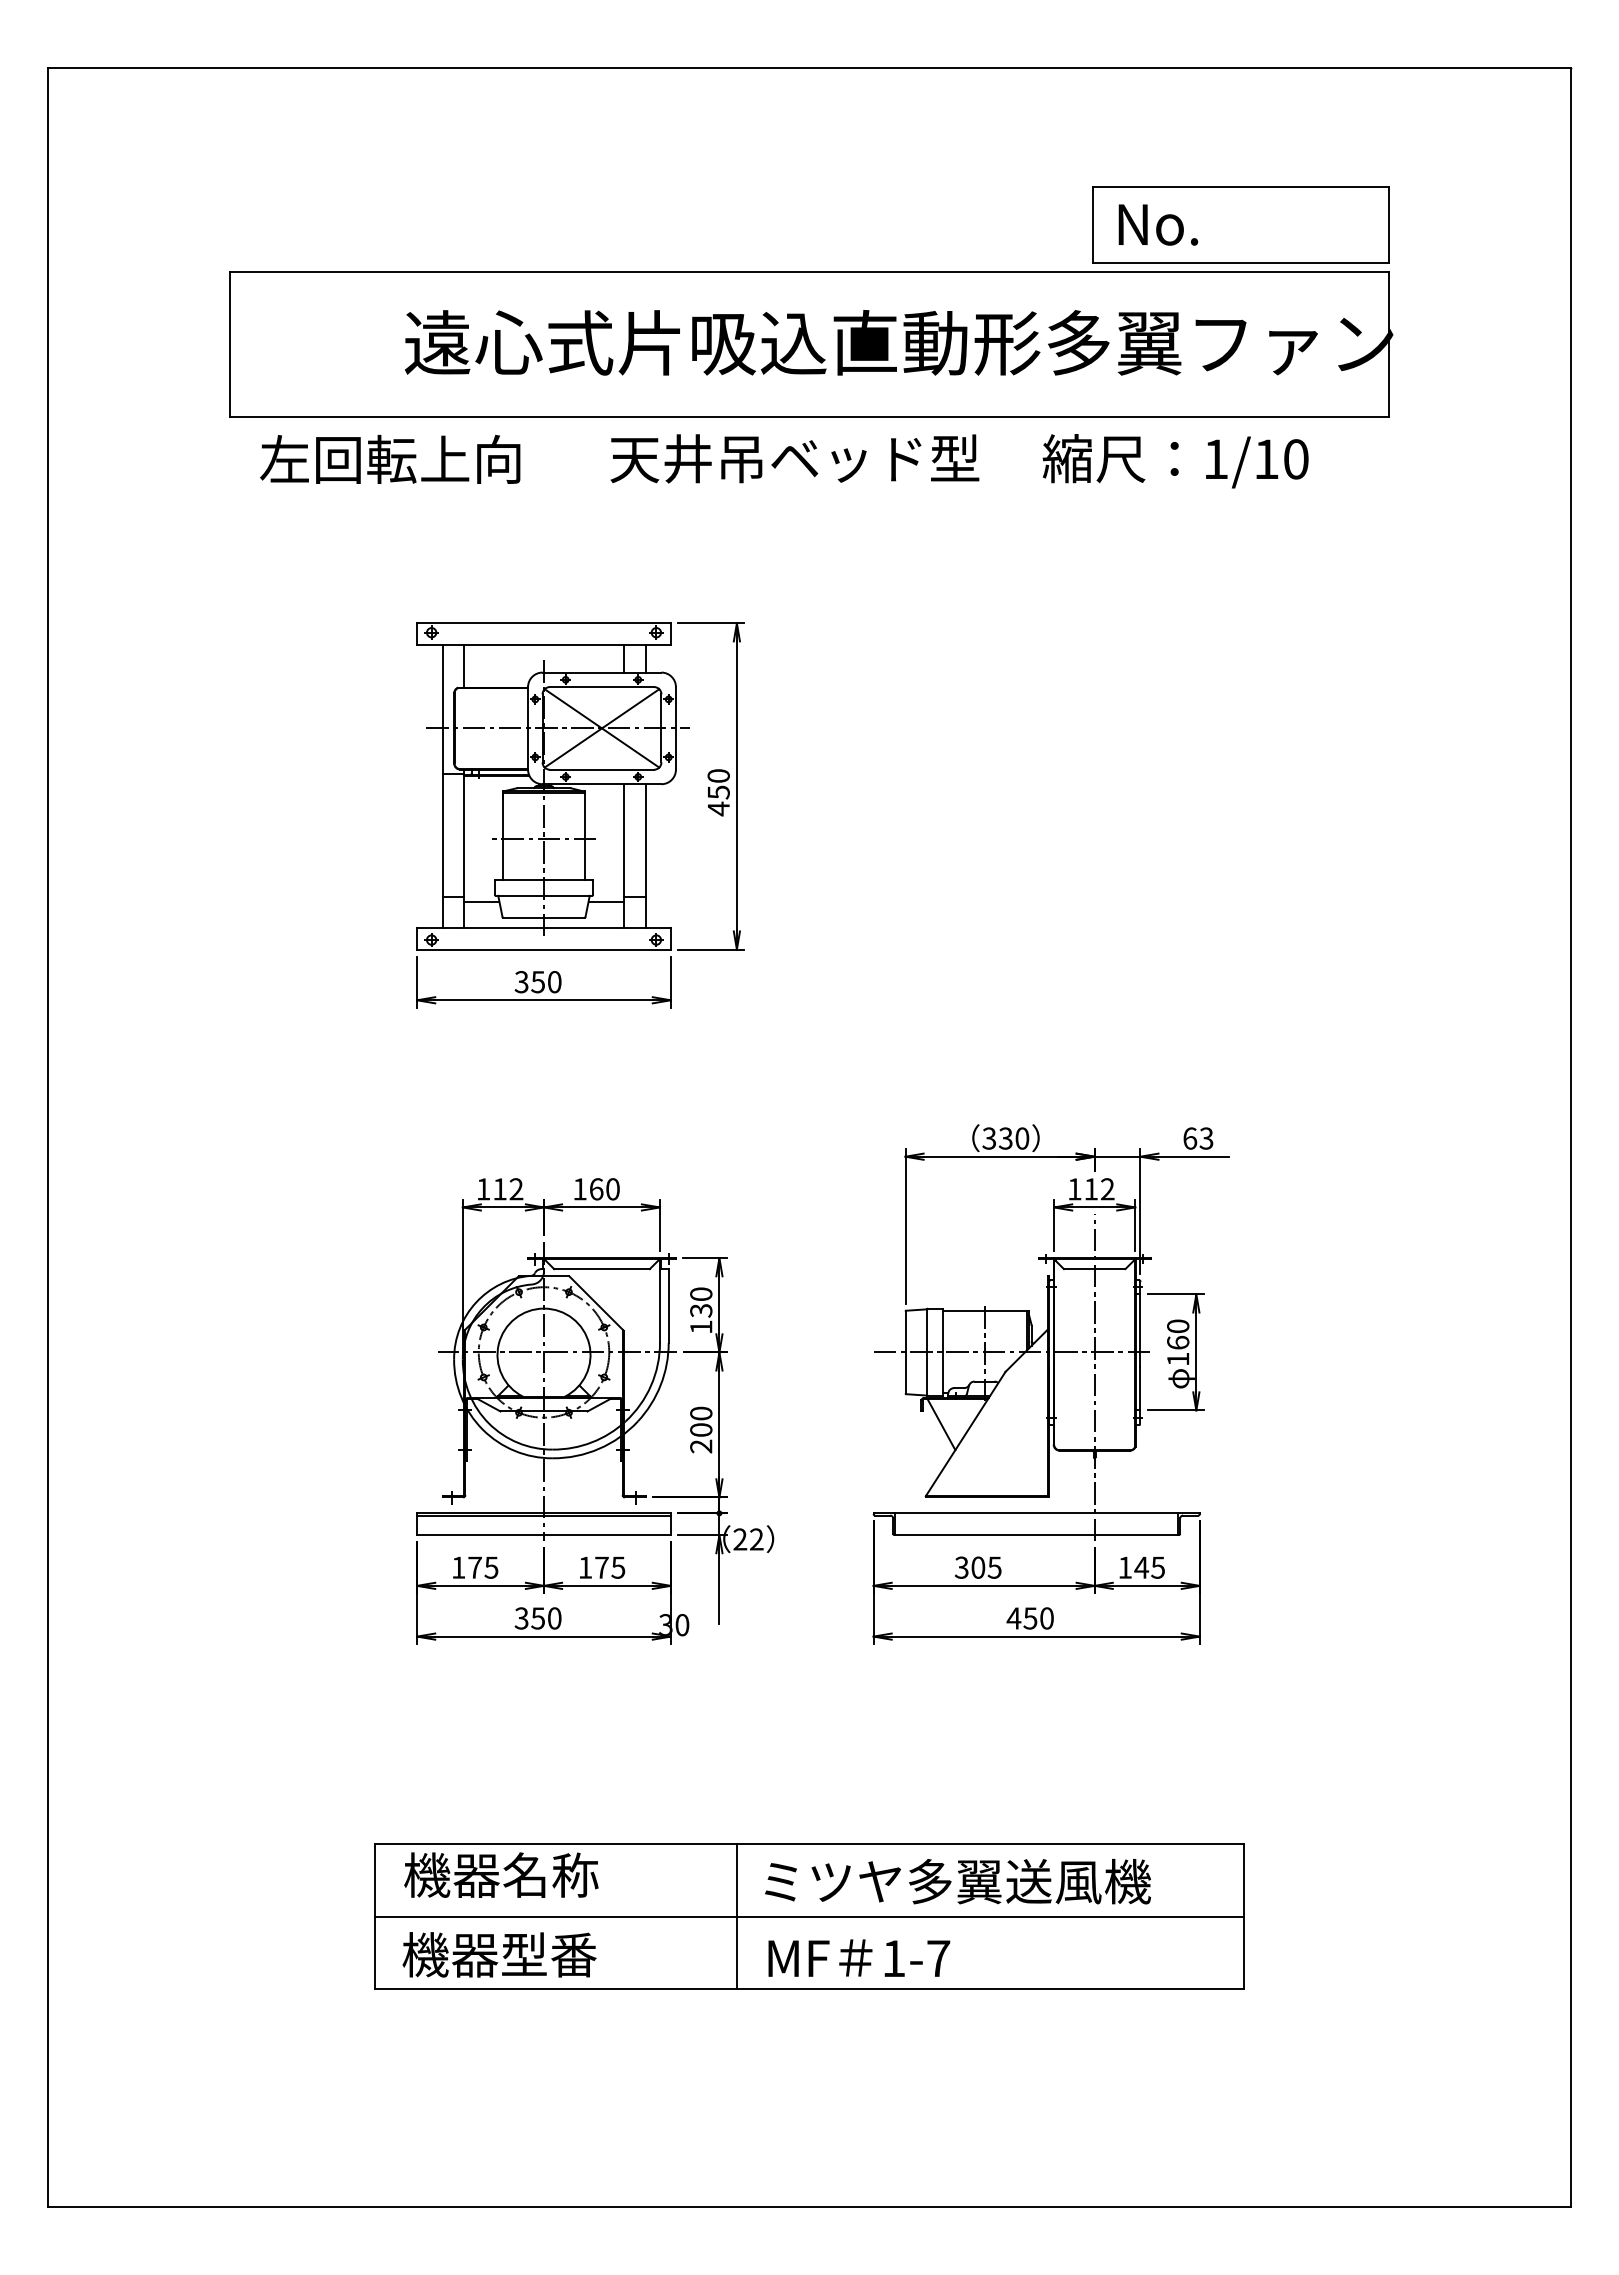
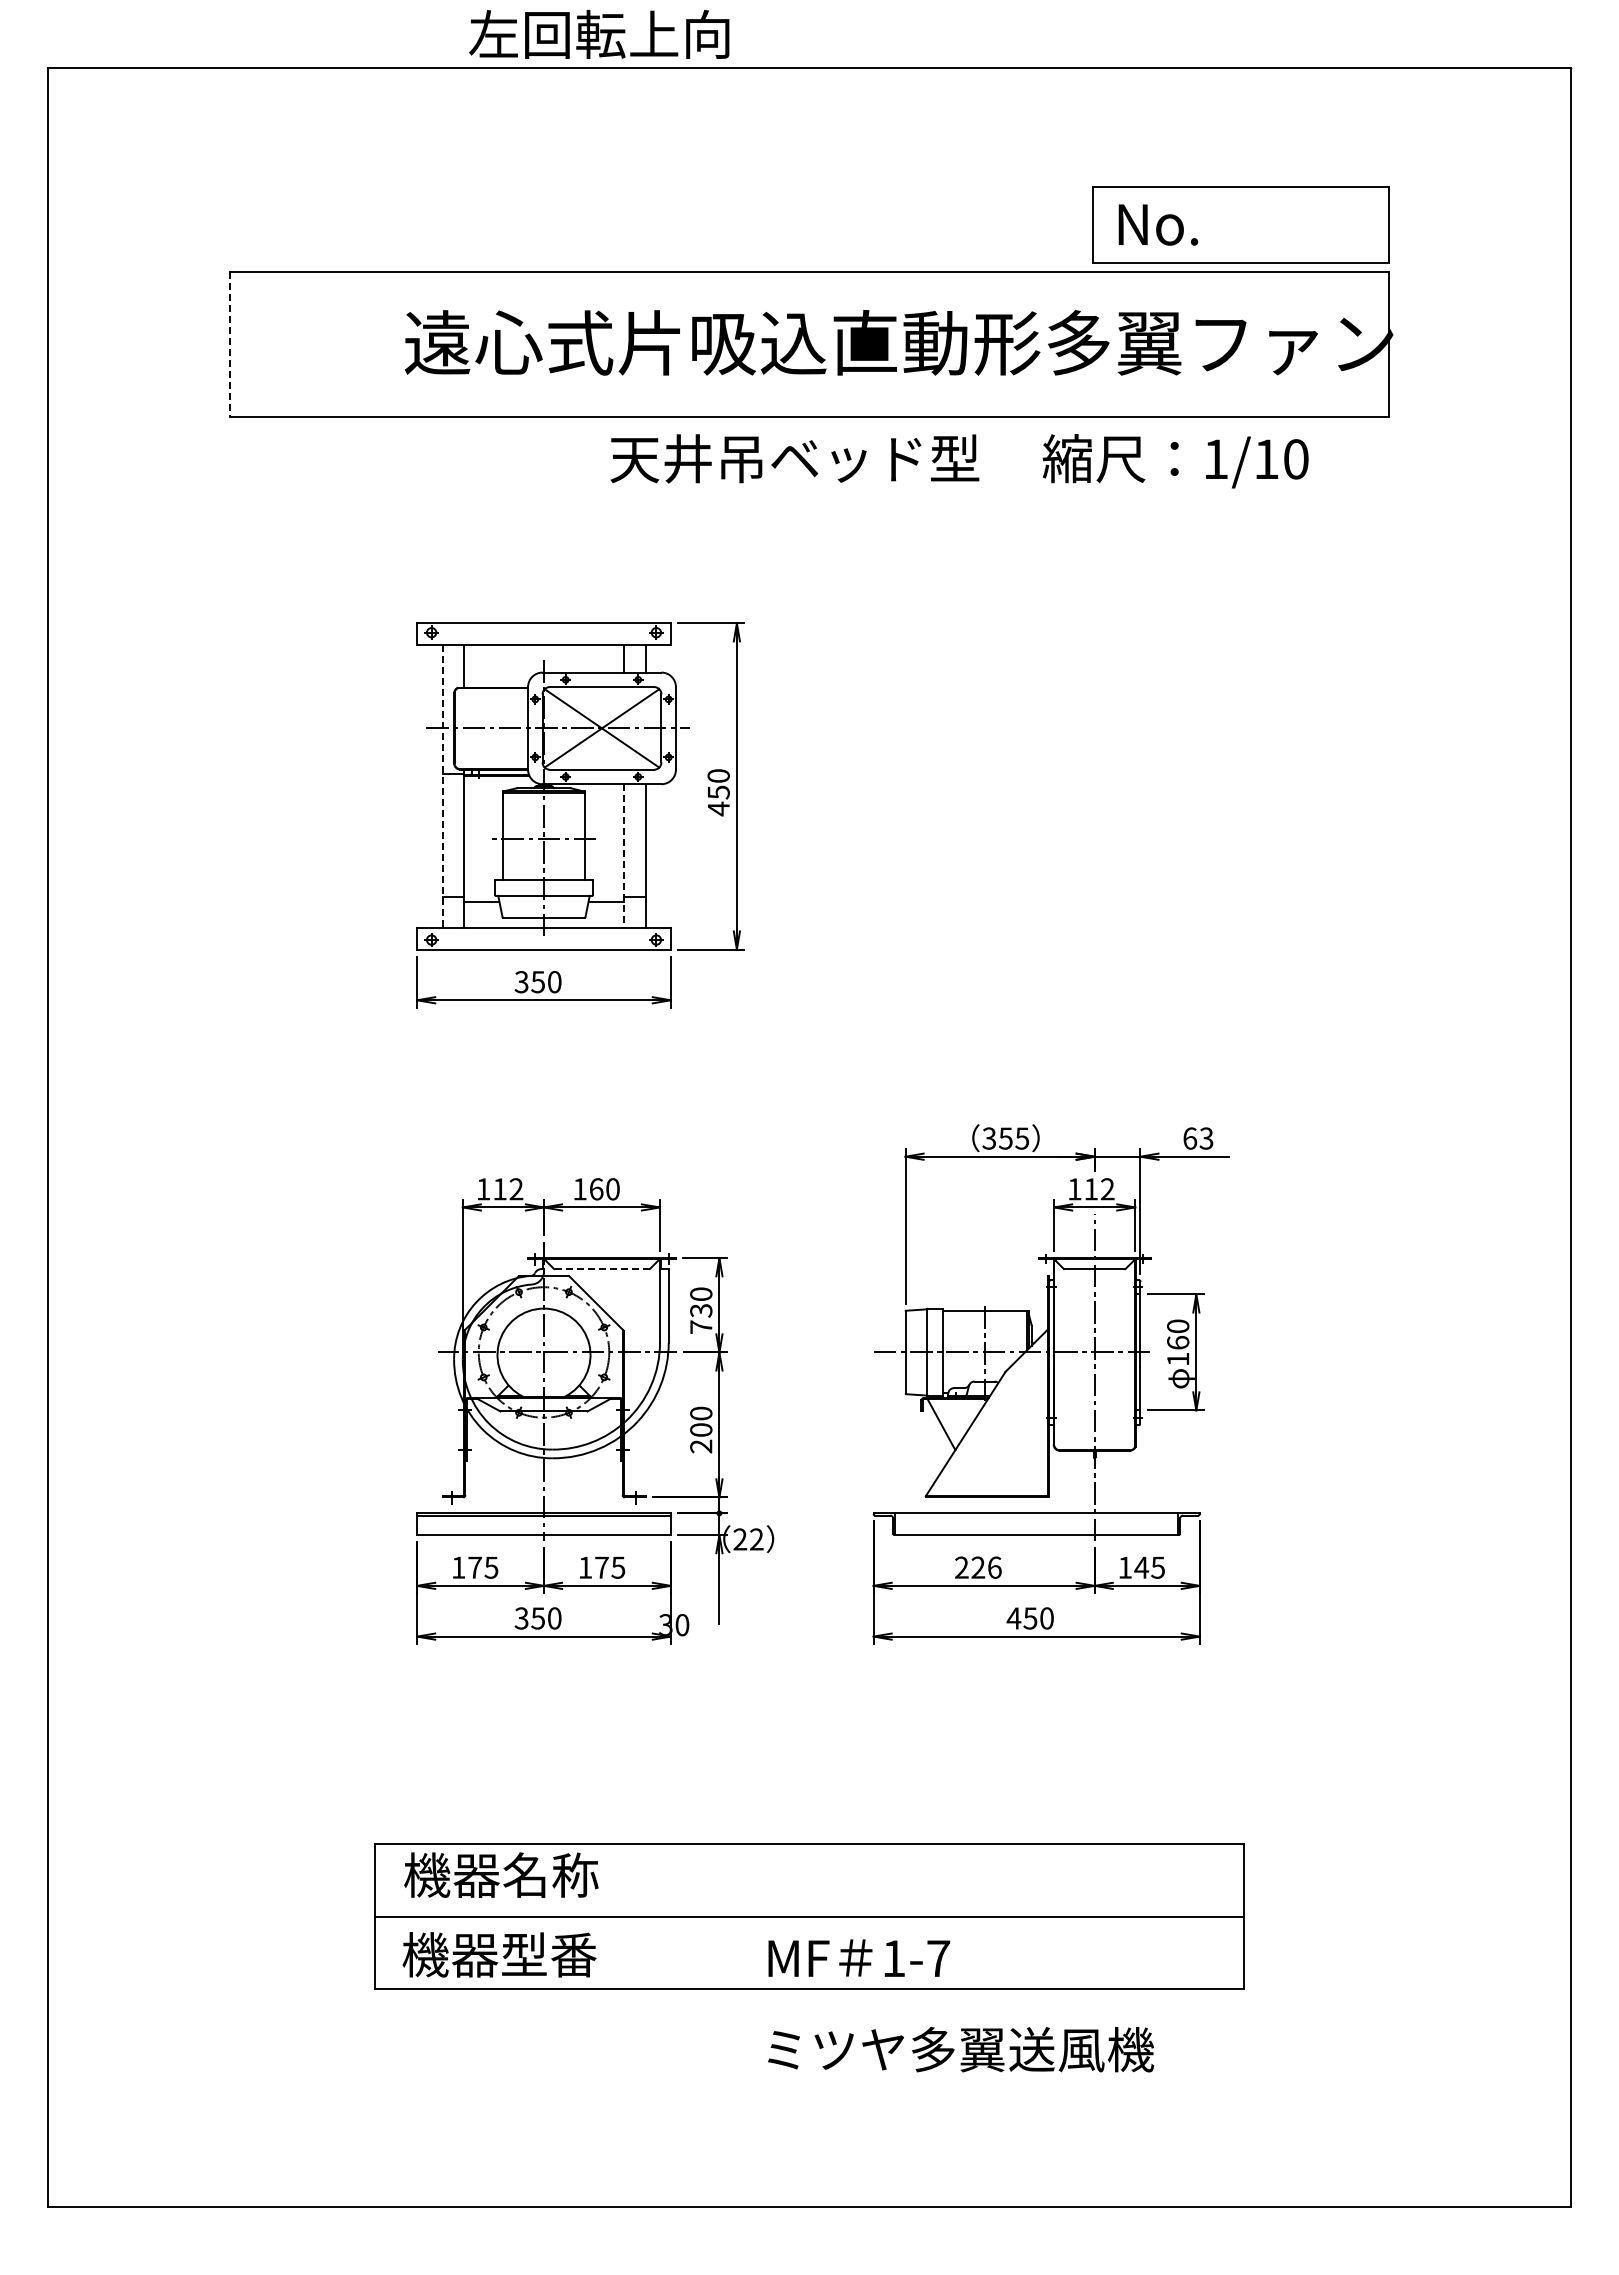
line at (229, 344): solid -> dashed
text at (390, 459) position: (390, 459) -> (599, 34)
line at (442, 786): solid -> dashed
line at (623, 855): solid -> dashed
text at (1014, 1138): 330 -> 355
line at (602, 1269): solid -> dashed
text at (701, 1326): 130 -> 730
text at (977, 1567): 305 -> 226
text at (957, 1881) position: (957, 1881) -> (960, 2049)
line at (737, 1916): present -> none
